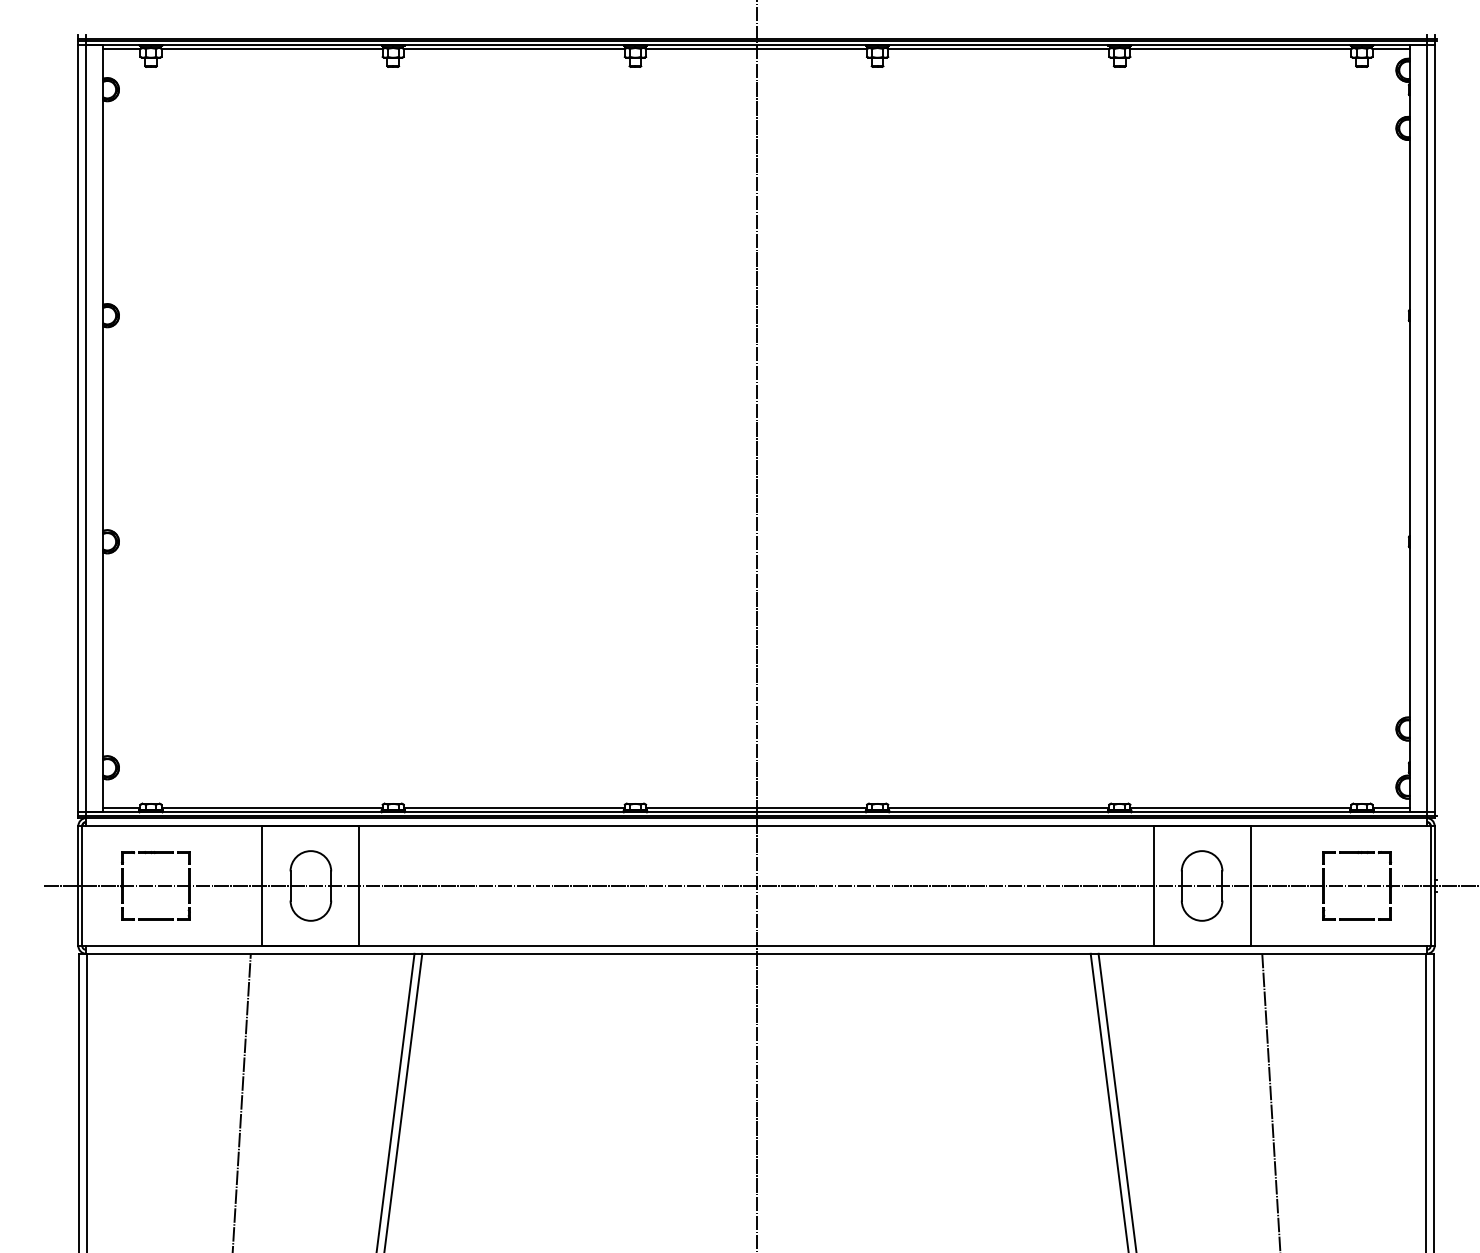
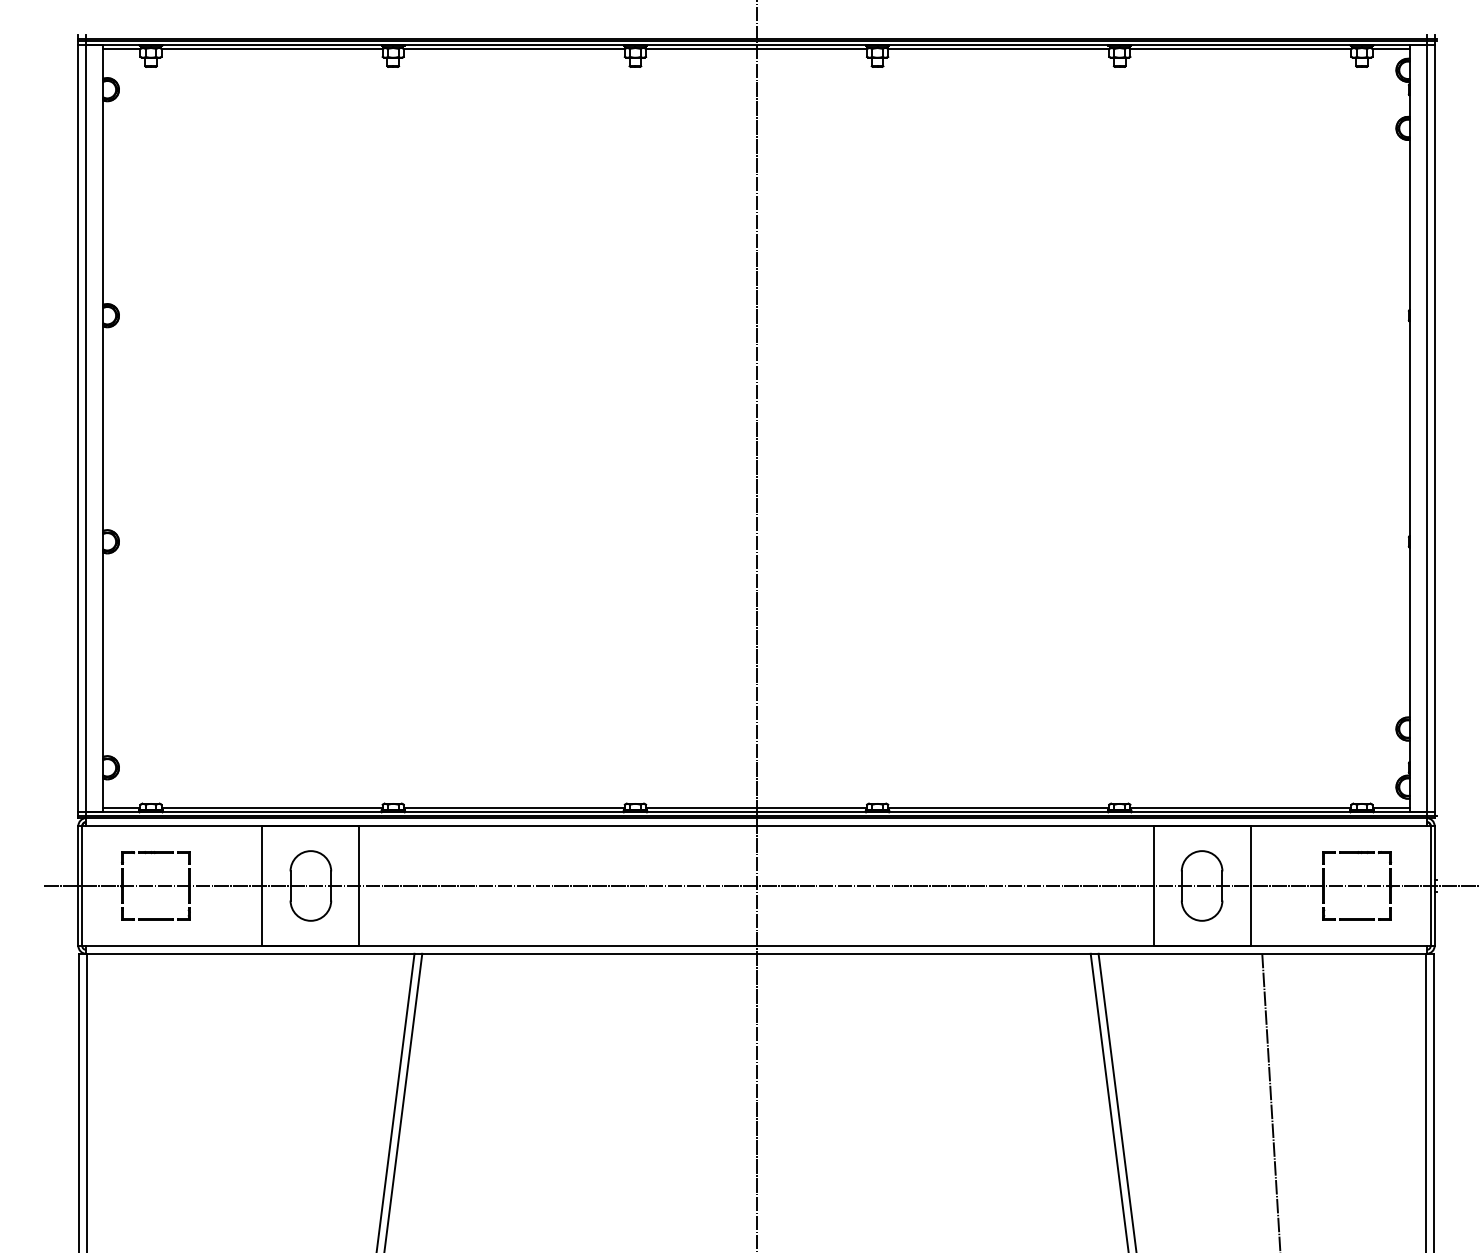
line at (241, 1101): present -> none
